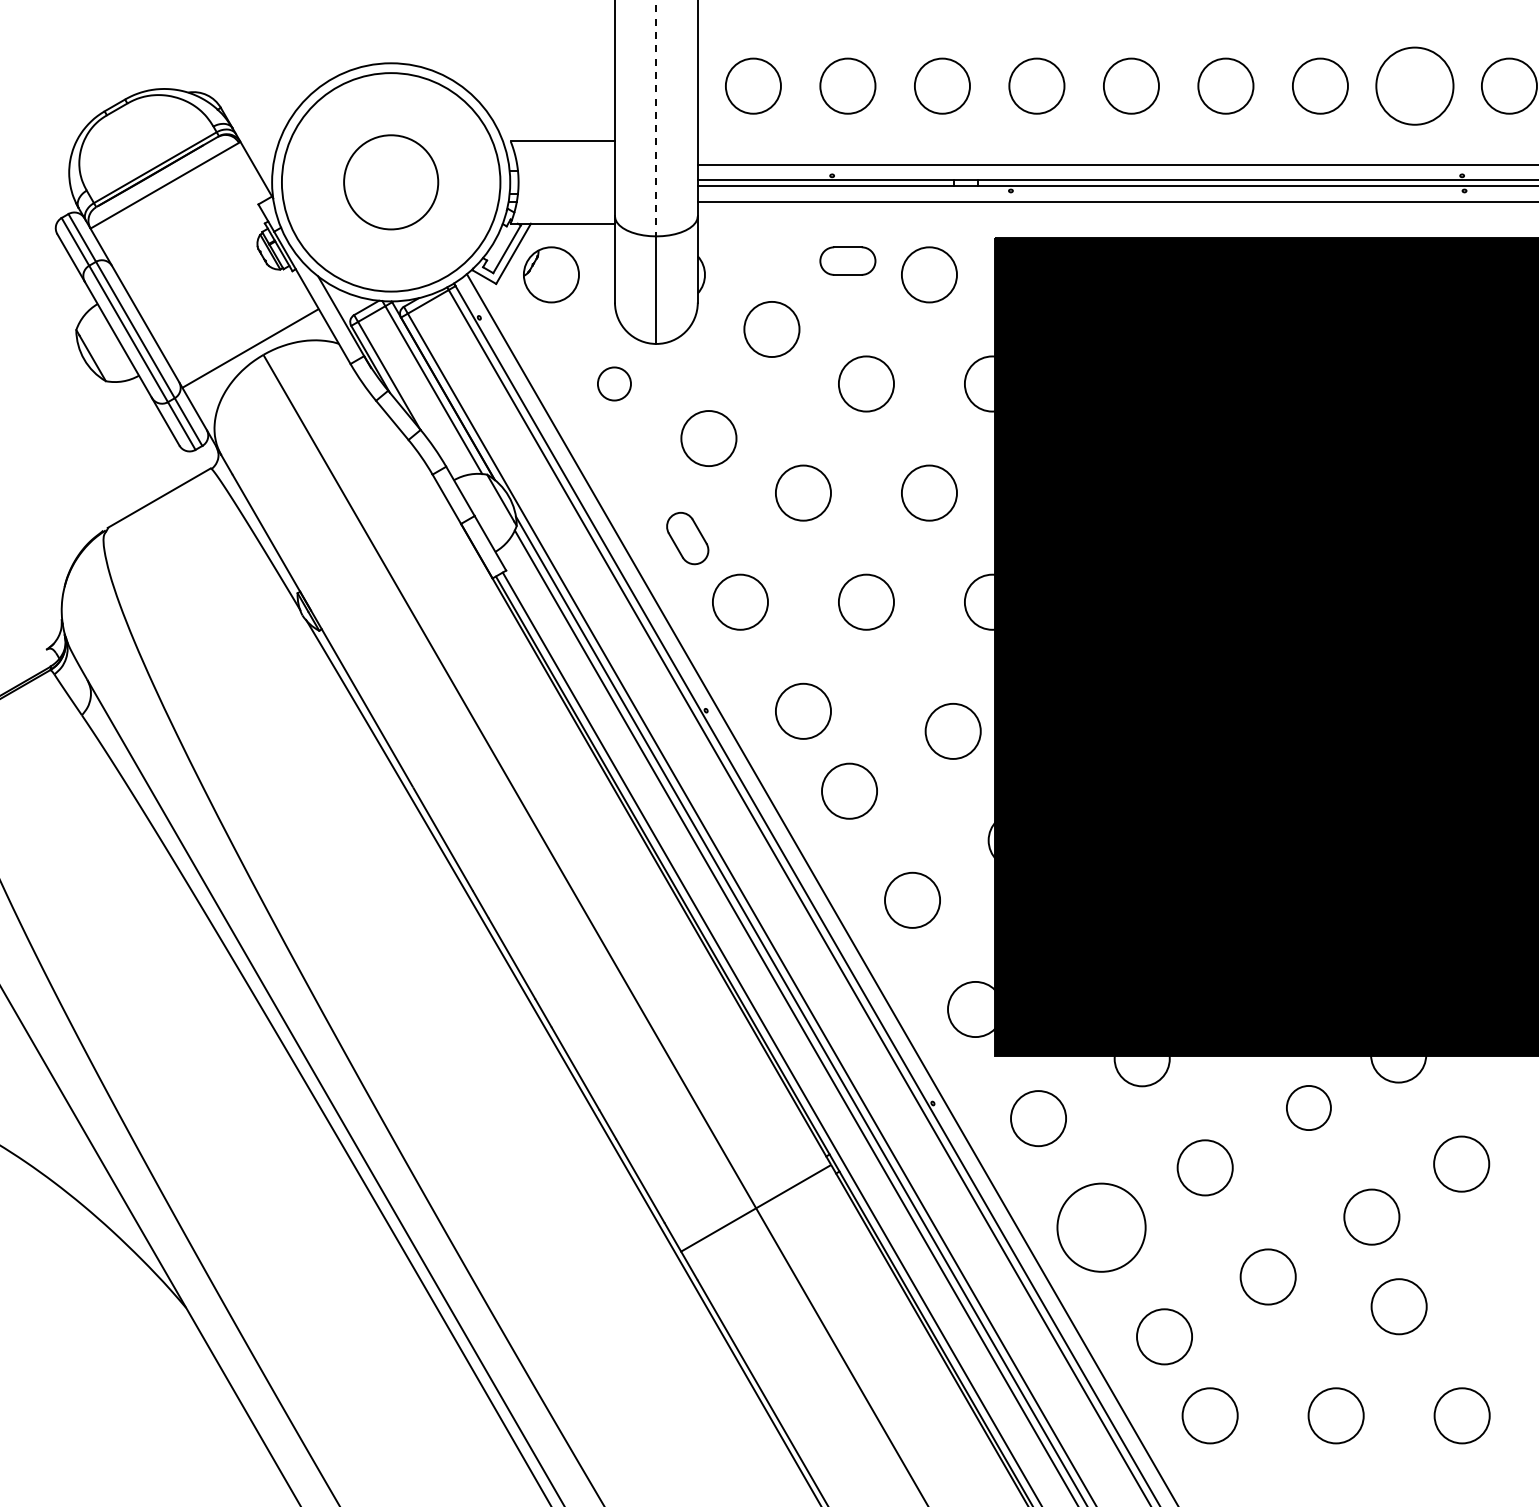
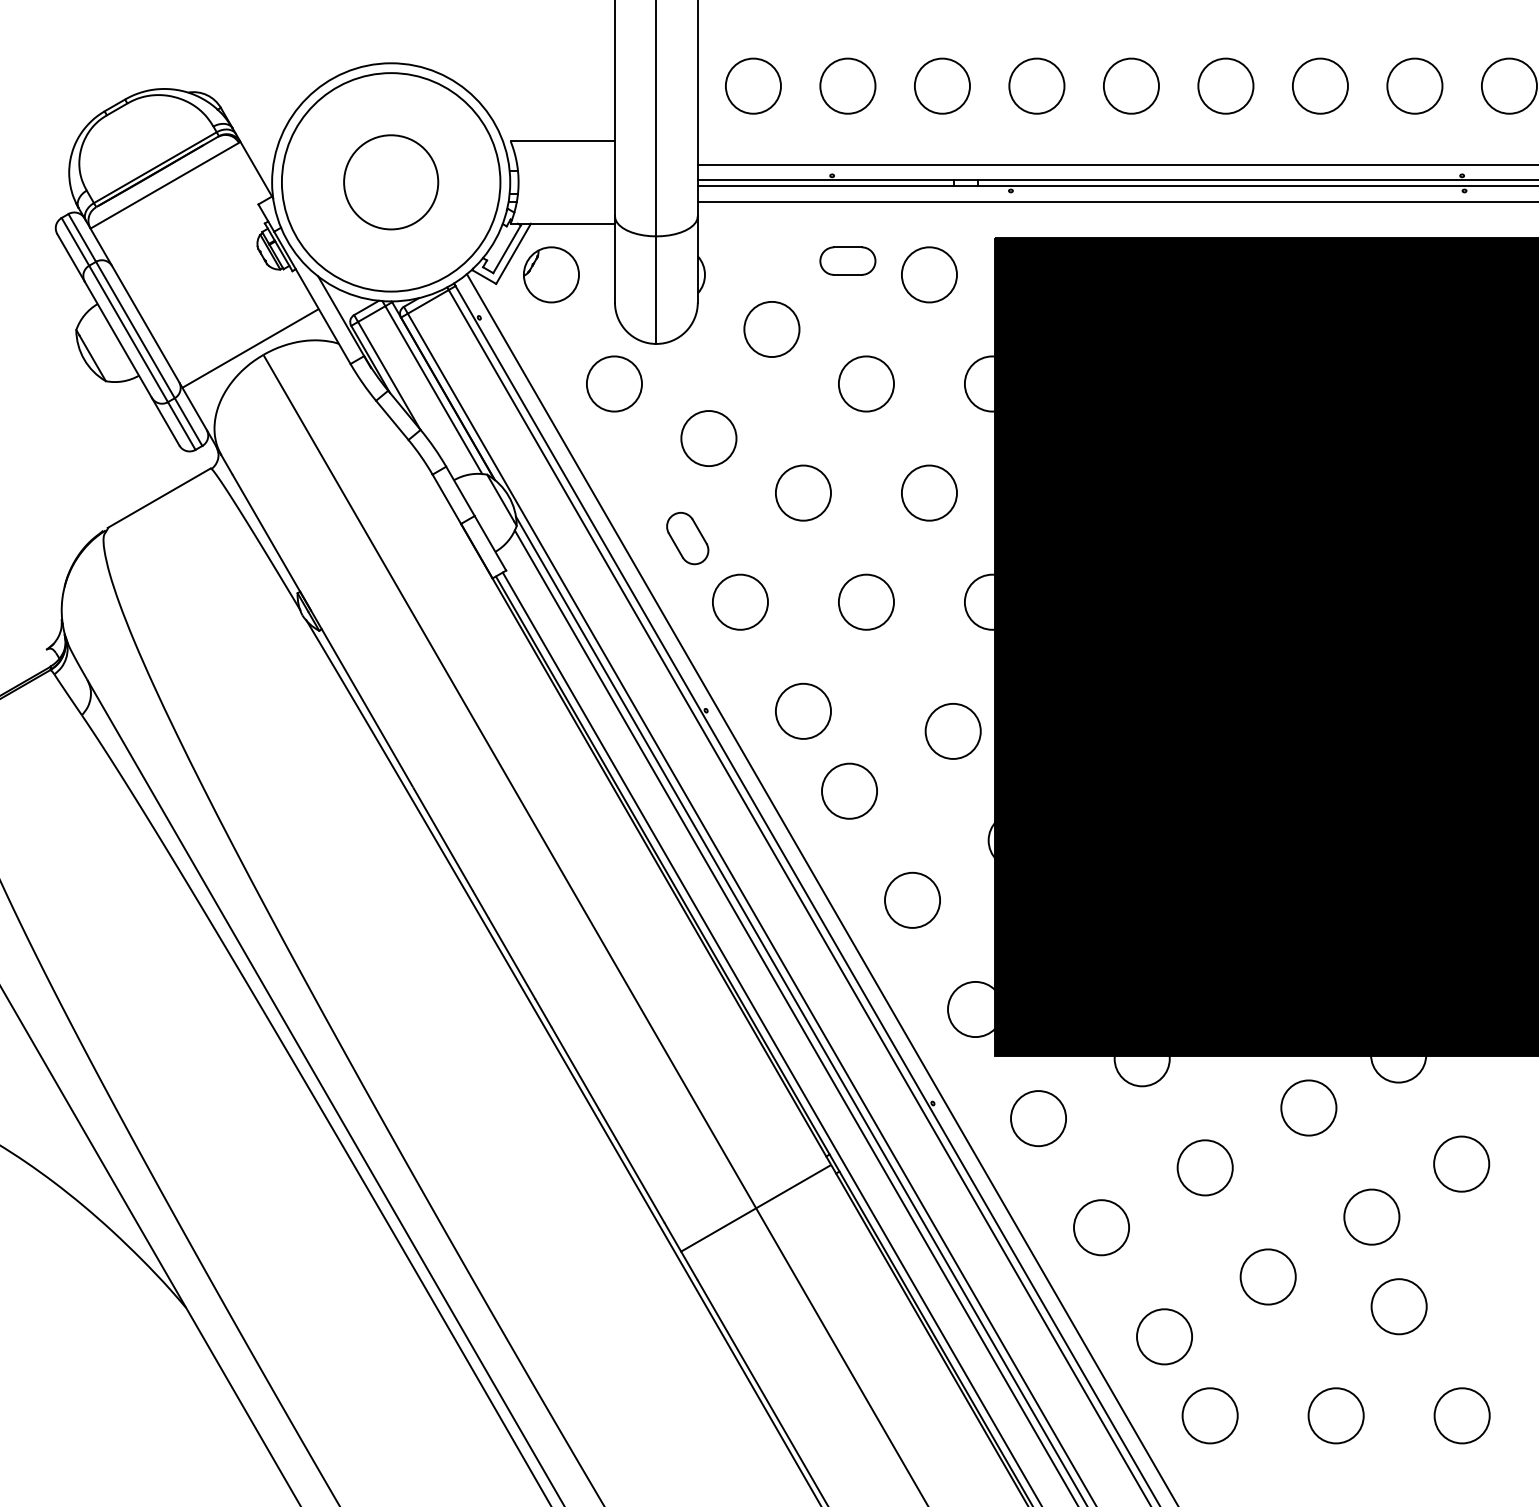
circle at (1414, 85) diameter: 77 px -> 55 px
line at (656, 118): dashed -> solid
circle at (614, 383) size: 35x36 px -> 57x58 px
circle at (1308, 1107) size: 46x46 px -> 58x58 px
circle at (1101, 1227) diameter: 88 px -> 55 px
